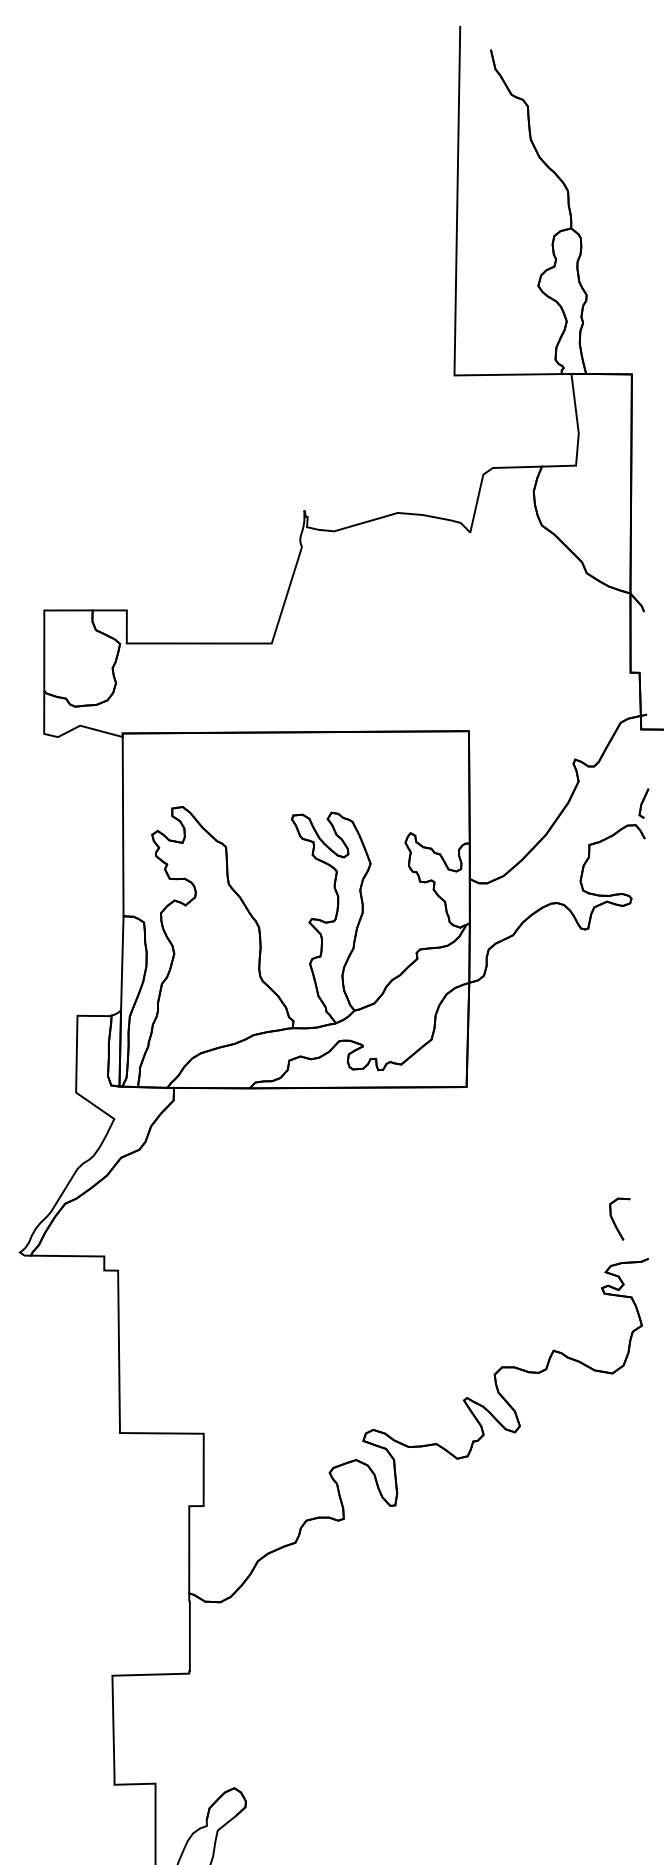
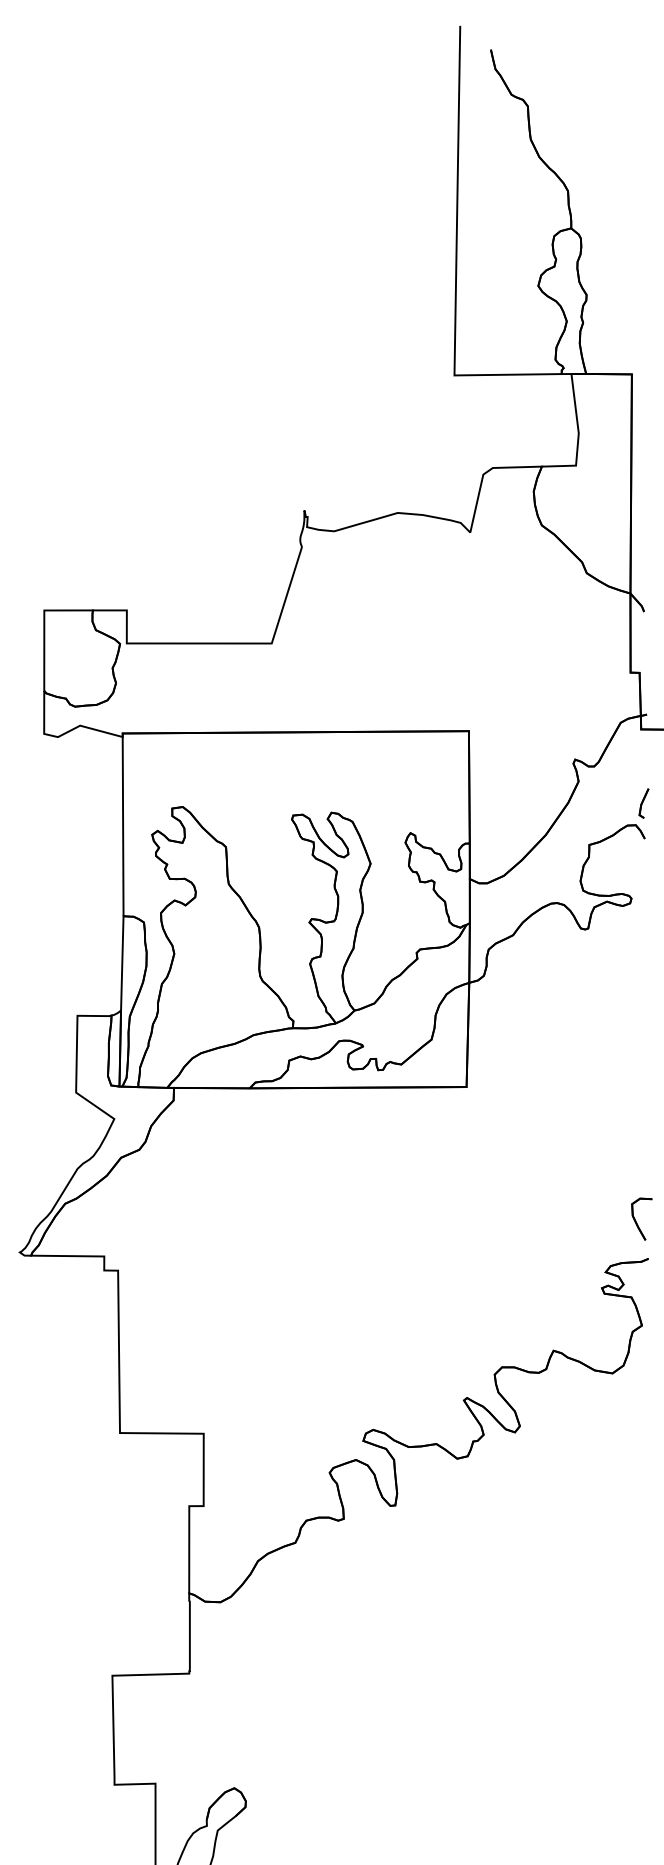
part at (619, 1218) position: (619, 1218) -> (641, 1218)
